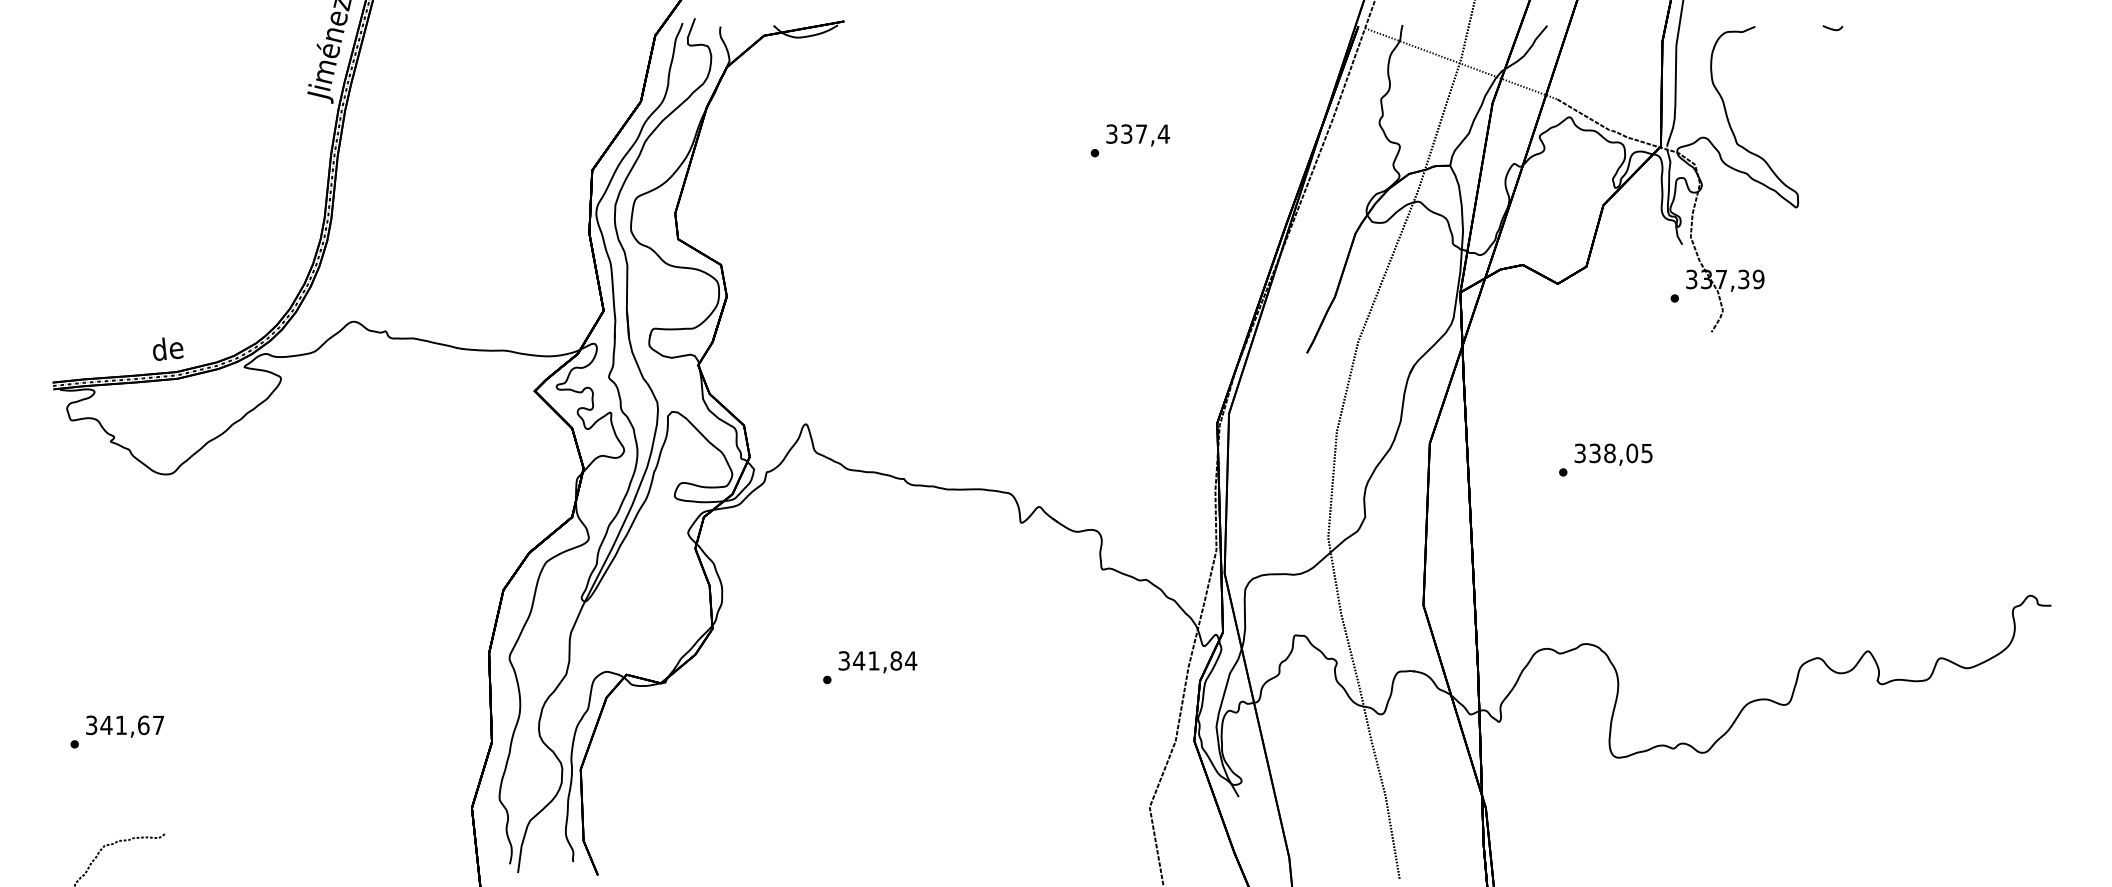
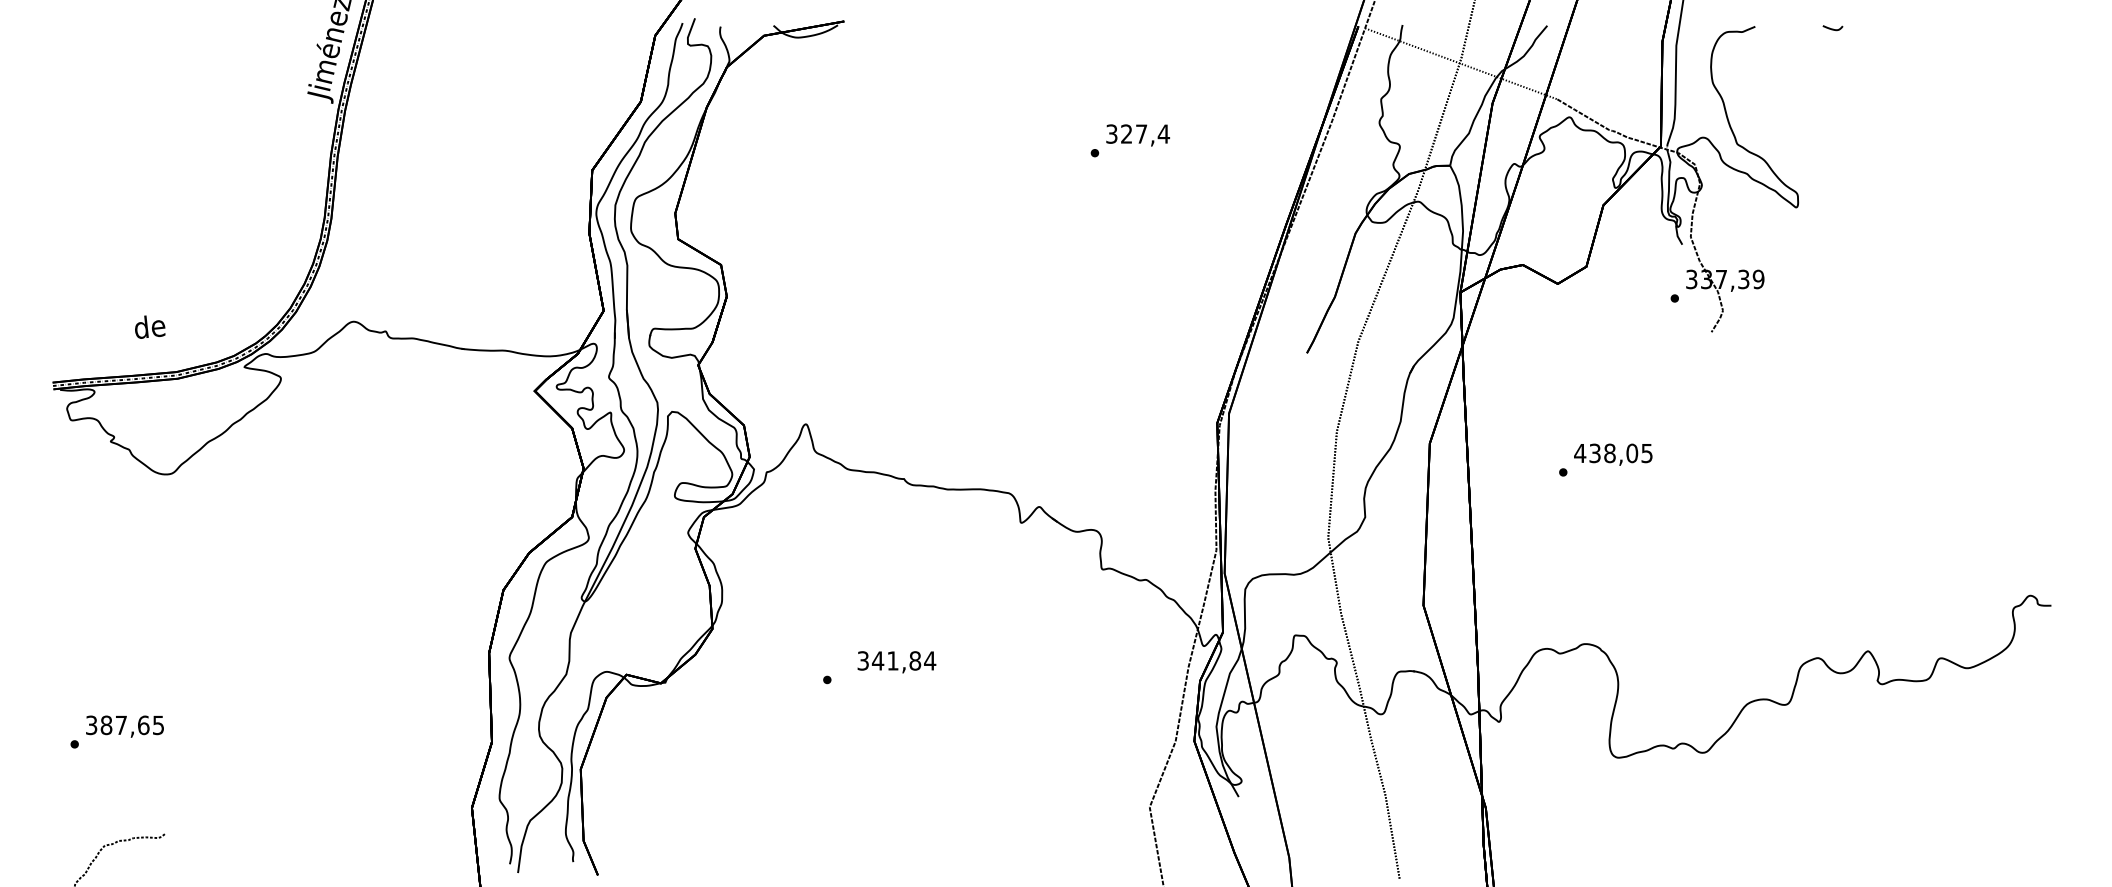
text at (1126, 133): 337,4 -> 327,4
text at (168, 348) position: (168, 348) -> (150, 326)
text at (1580, 453): 338,05 -> 438,05
text at (877, 662) position: (877, 662) -> (896, 662)
text at (131, 725): 341,67 -> 387,65
